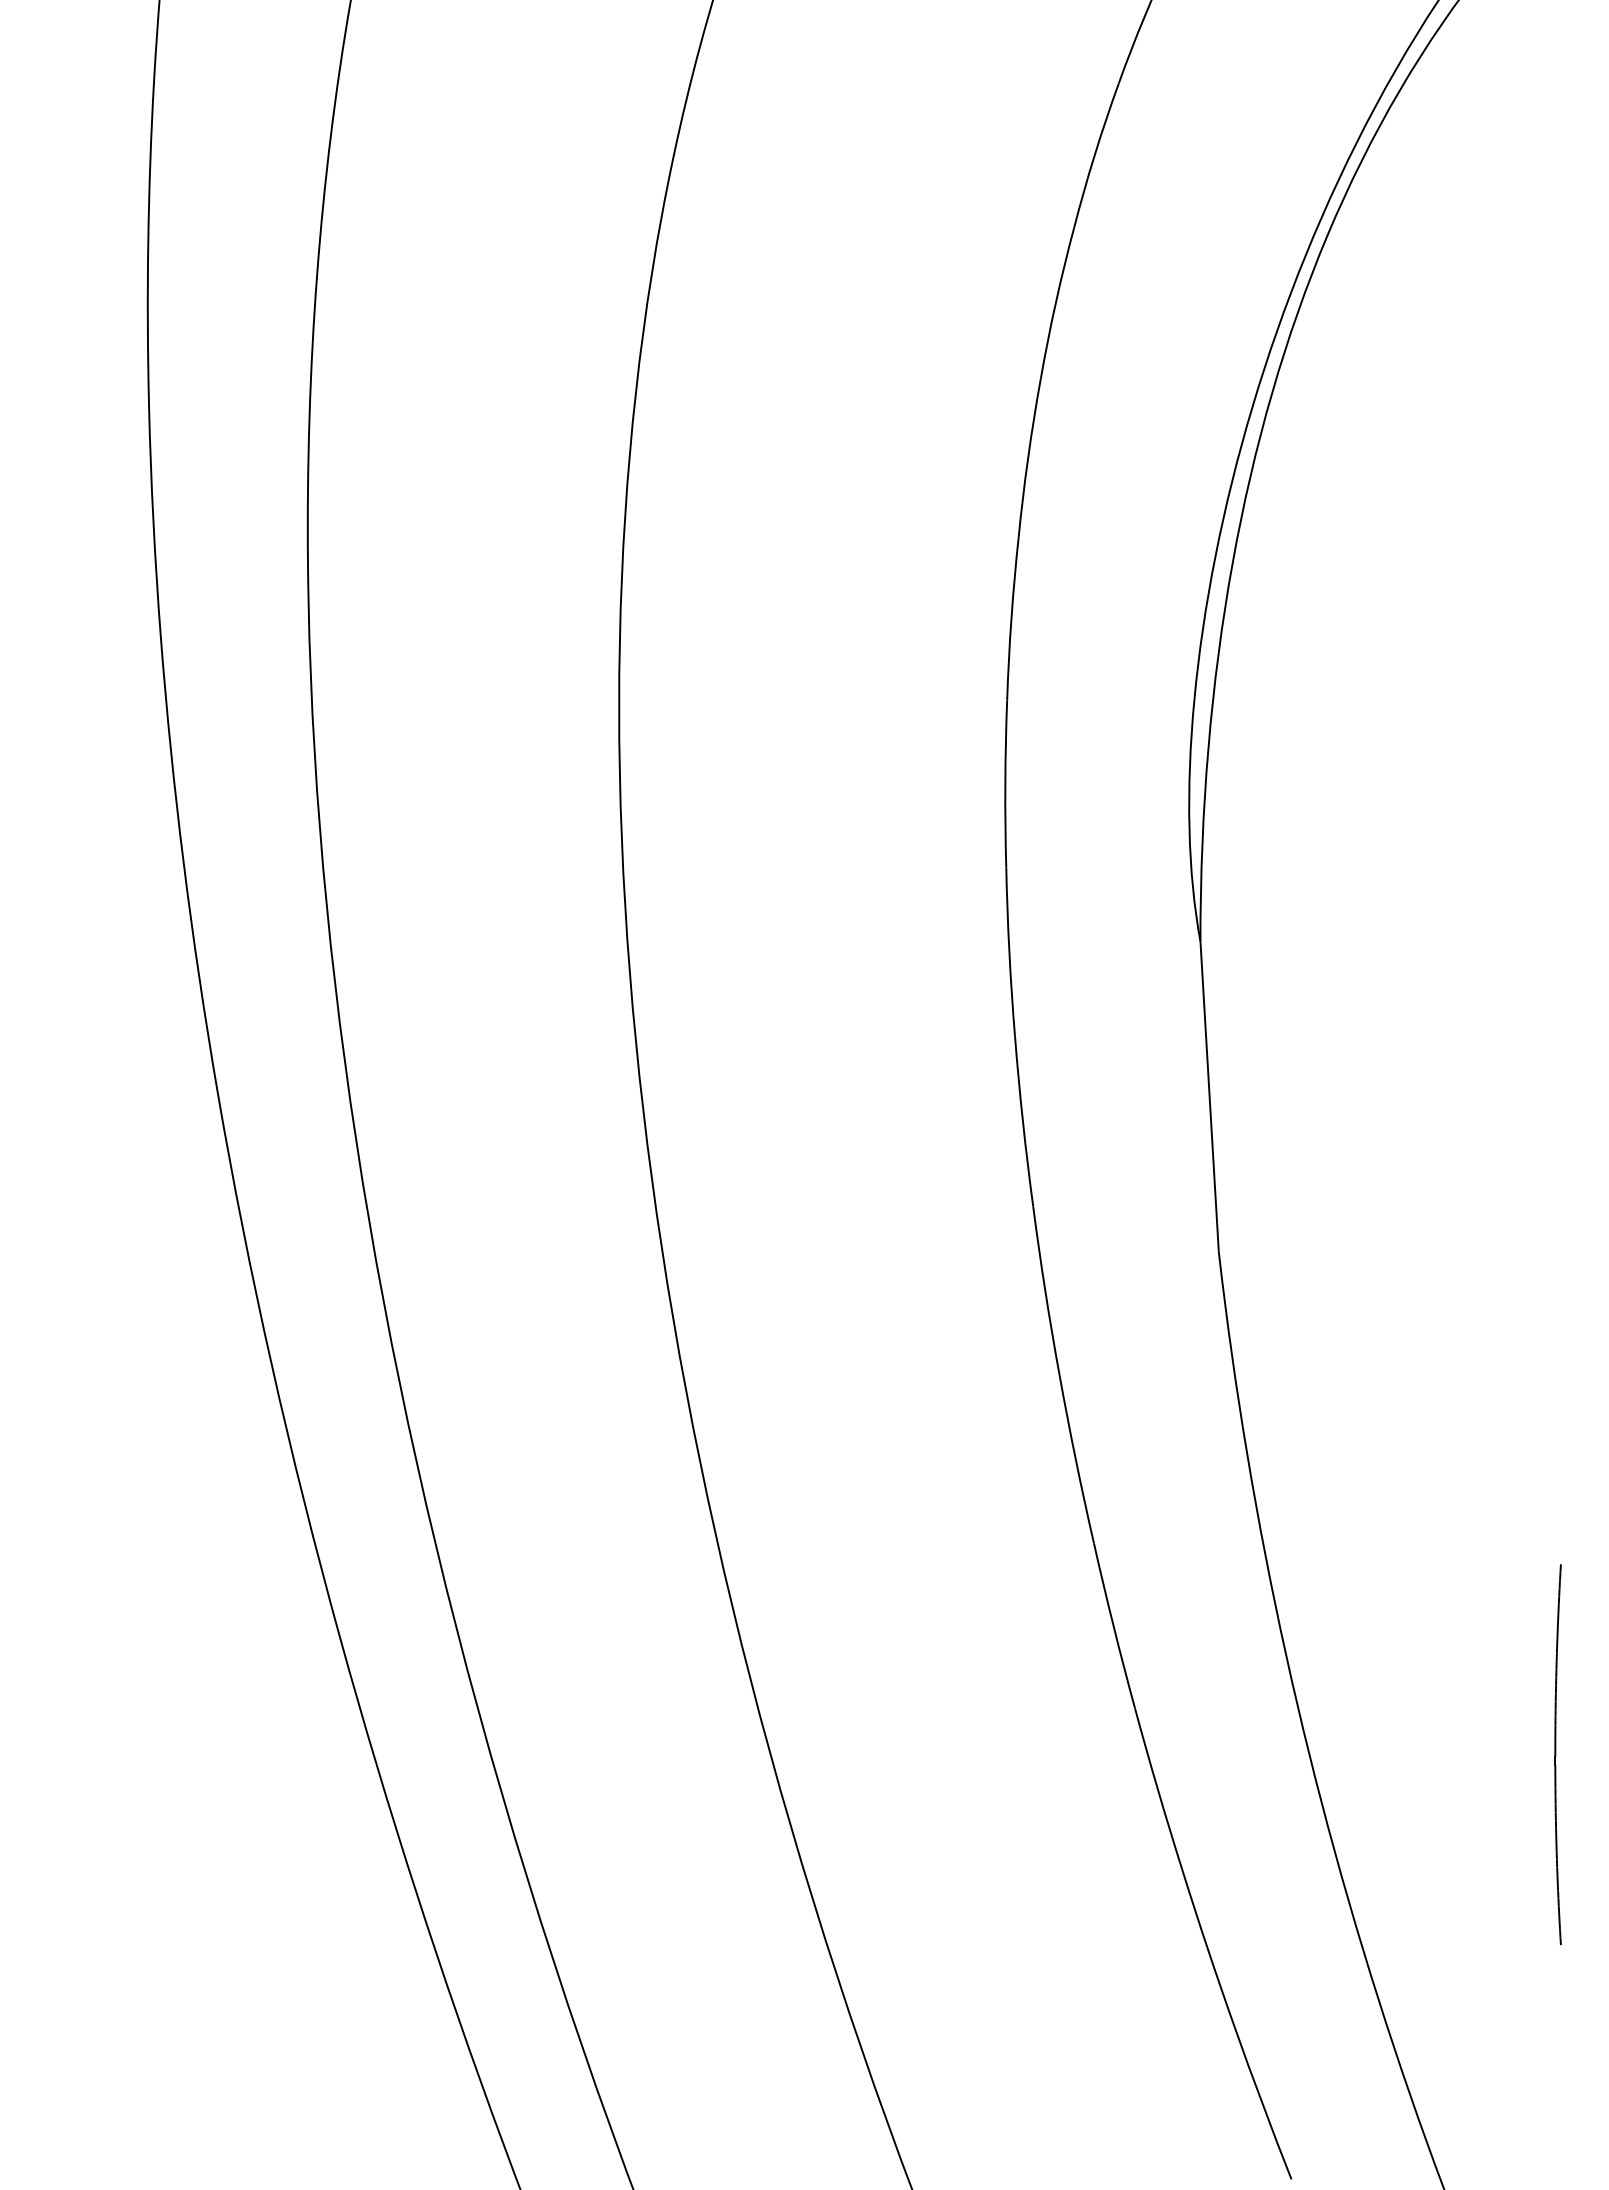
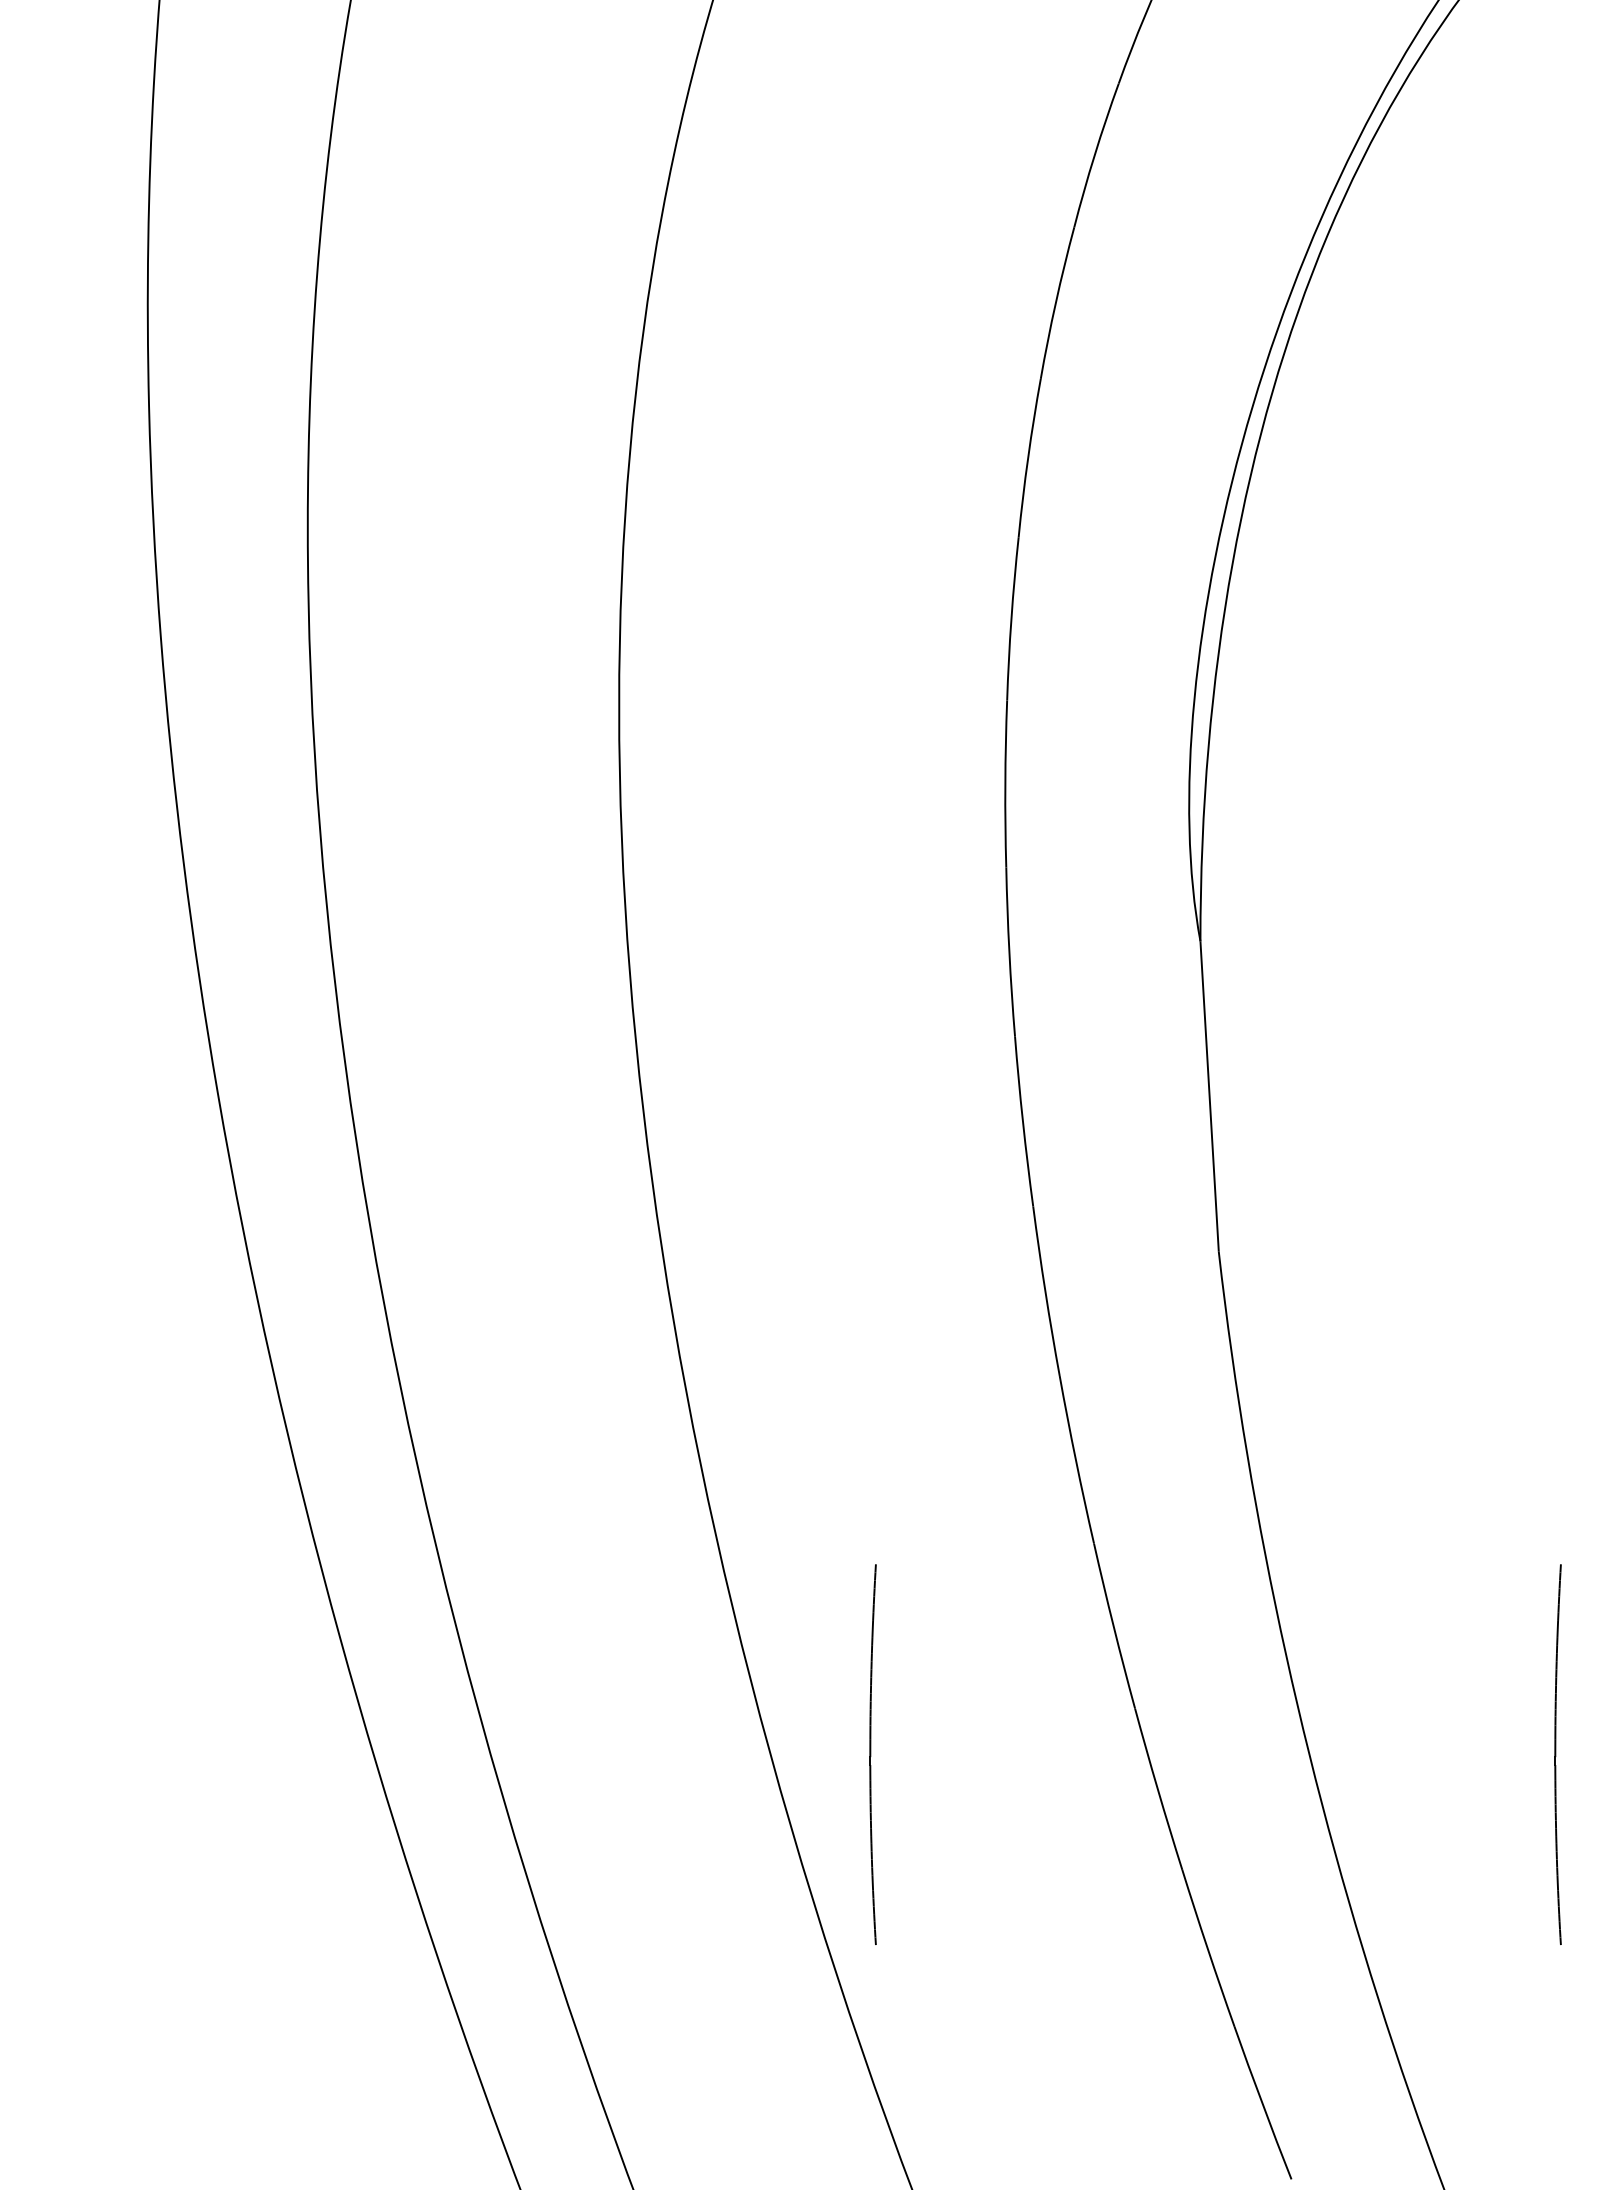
part at (872, 1754): none -> present
